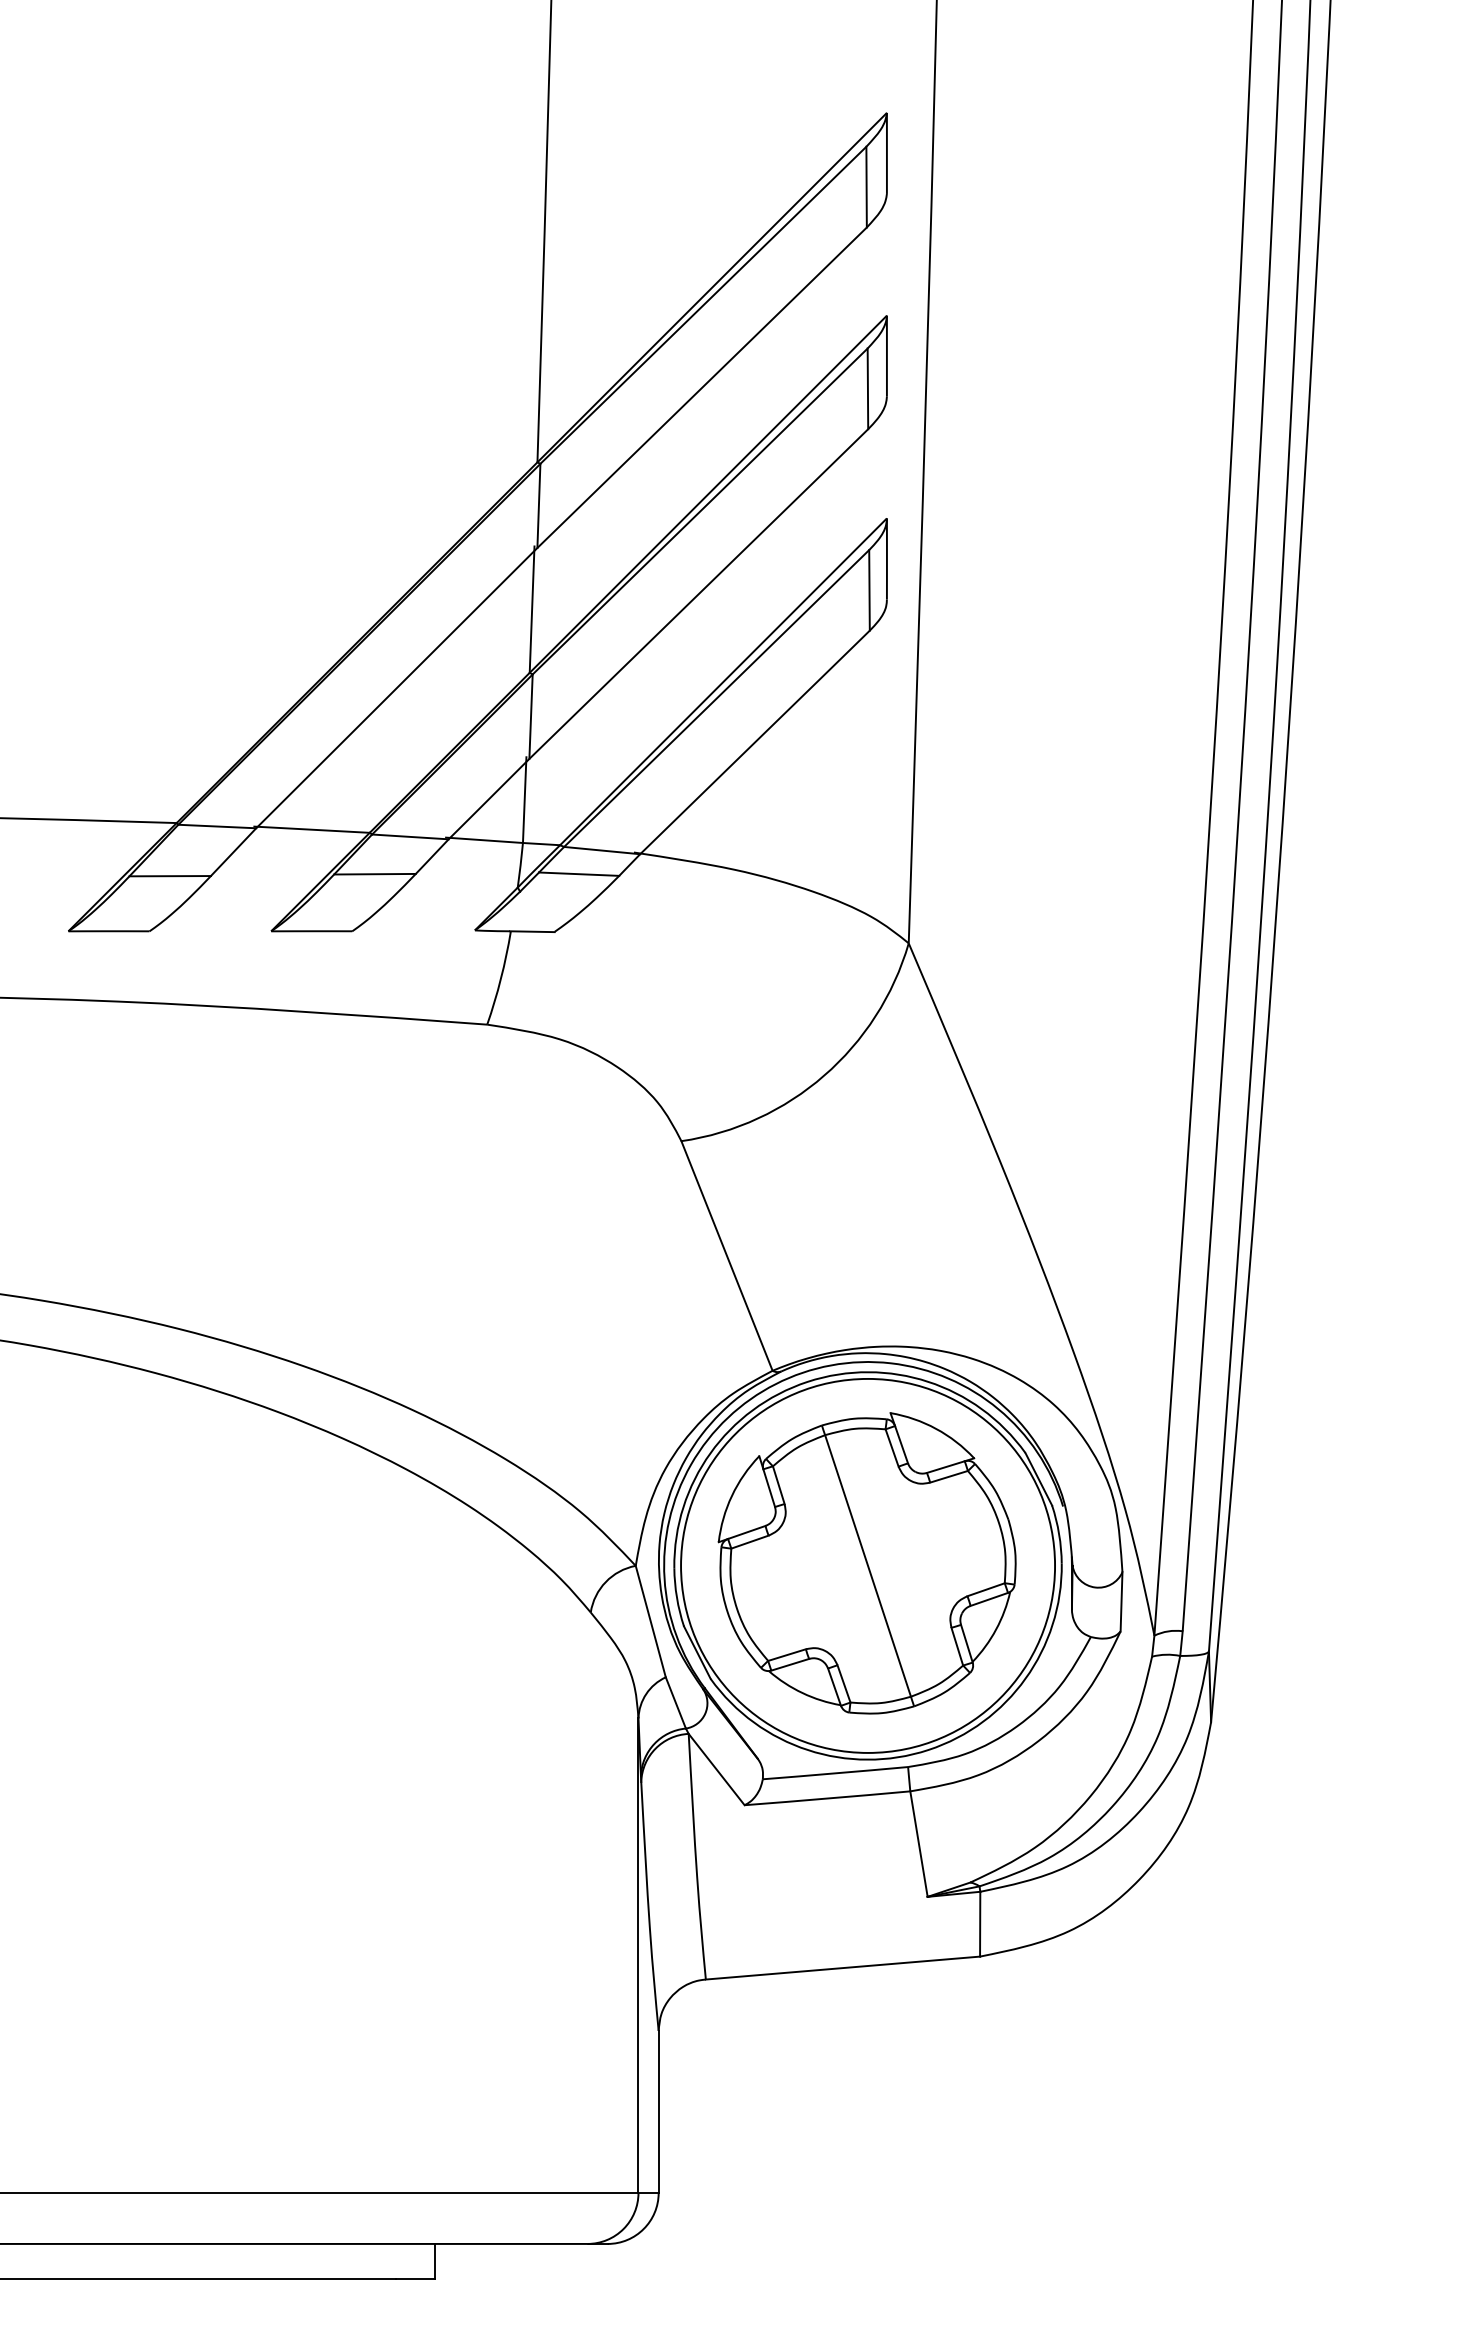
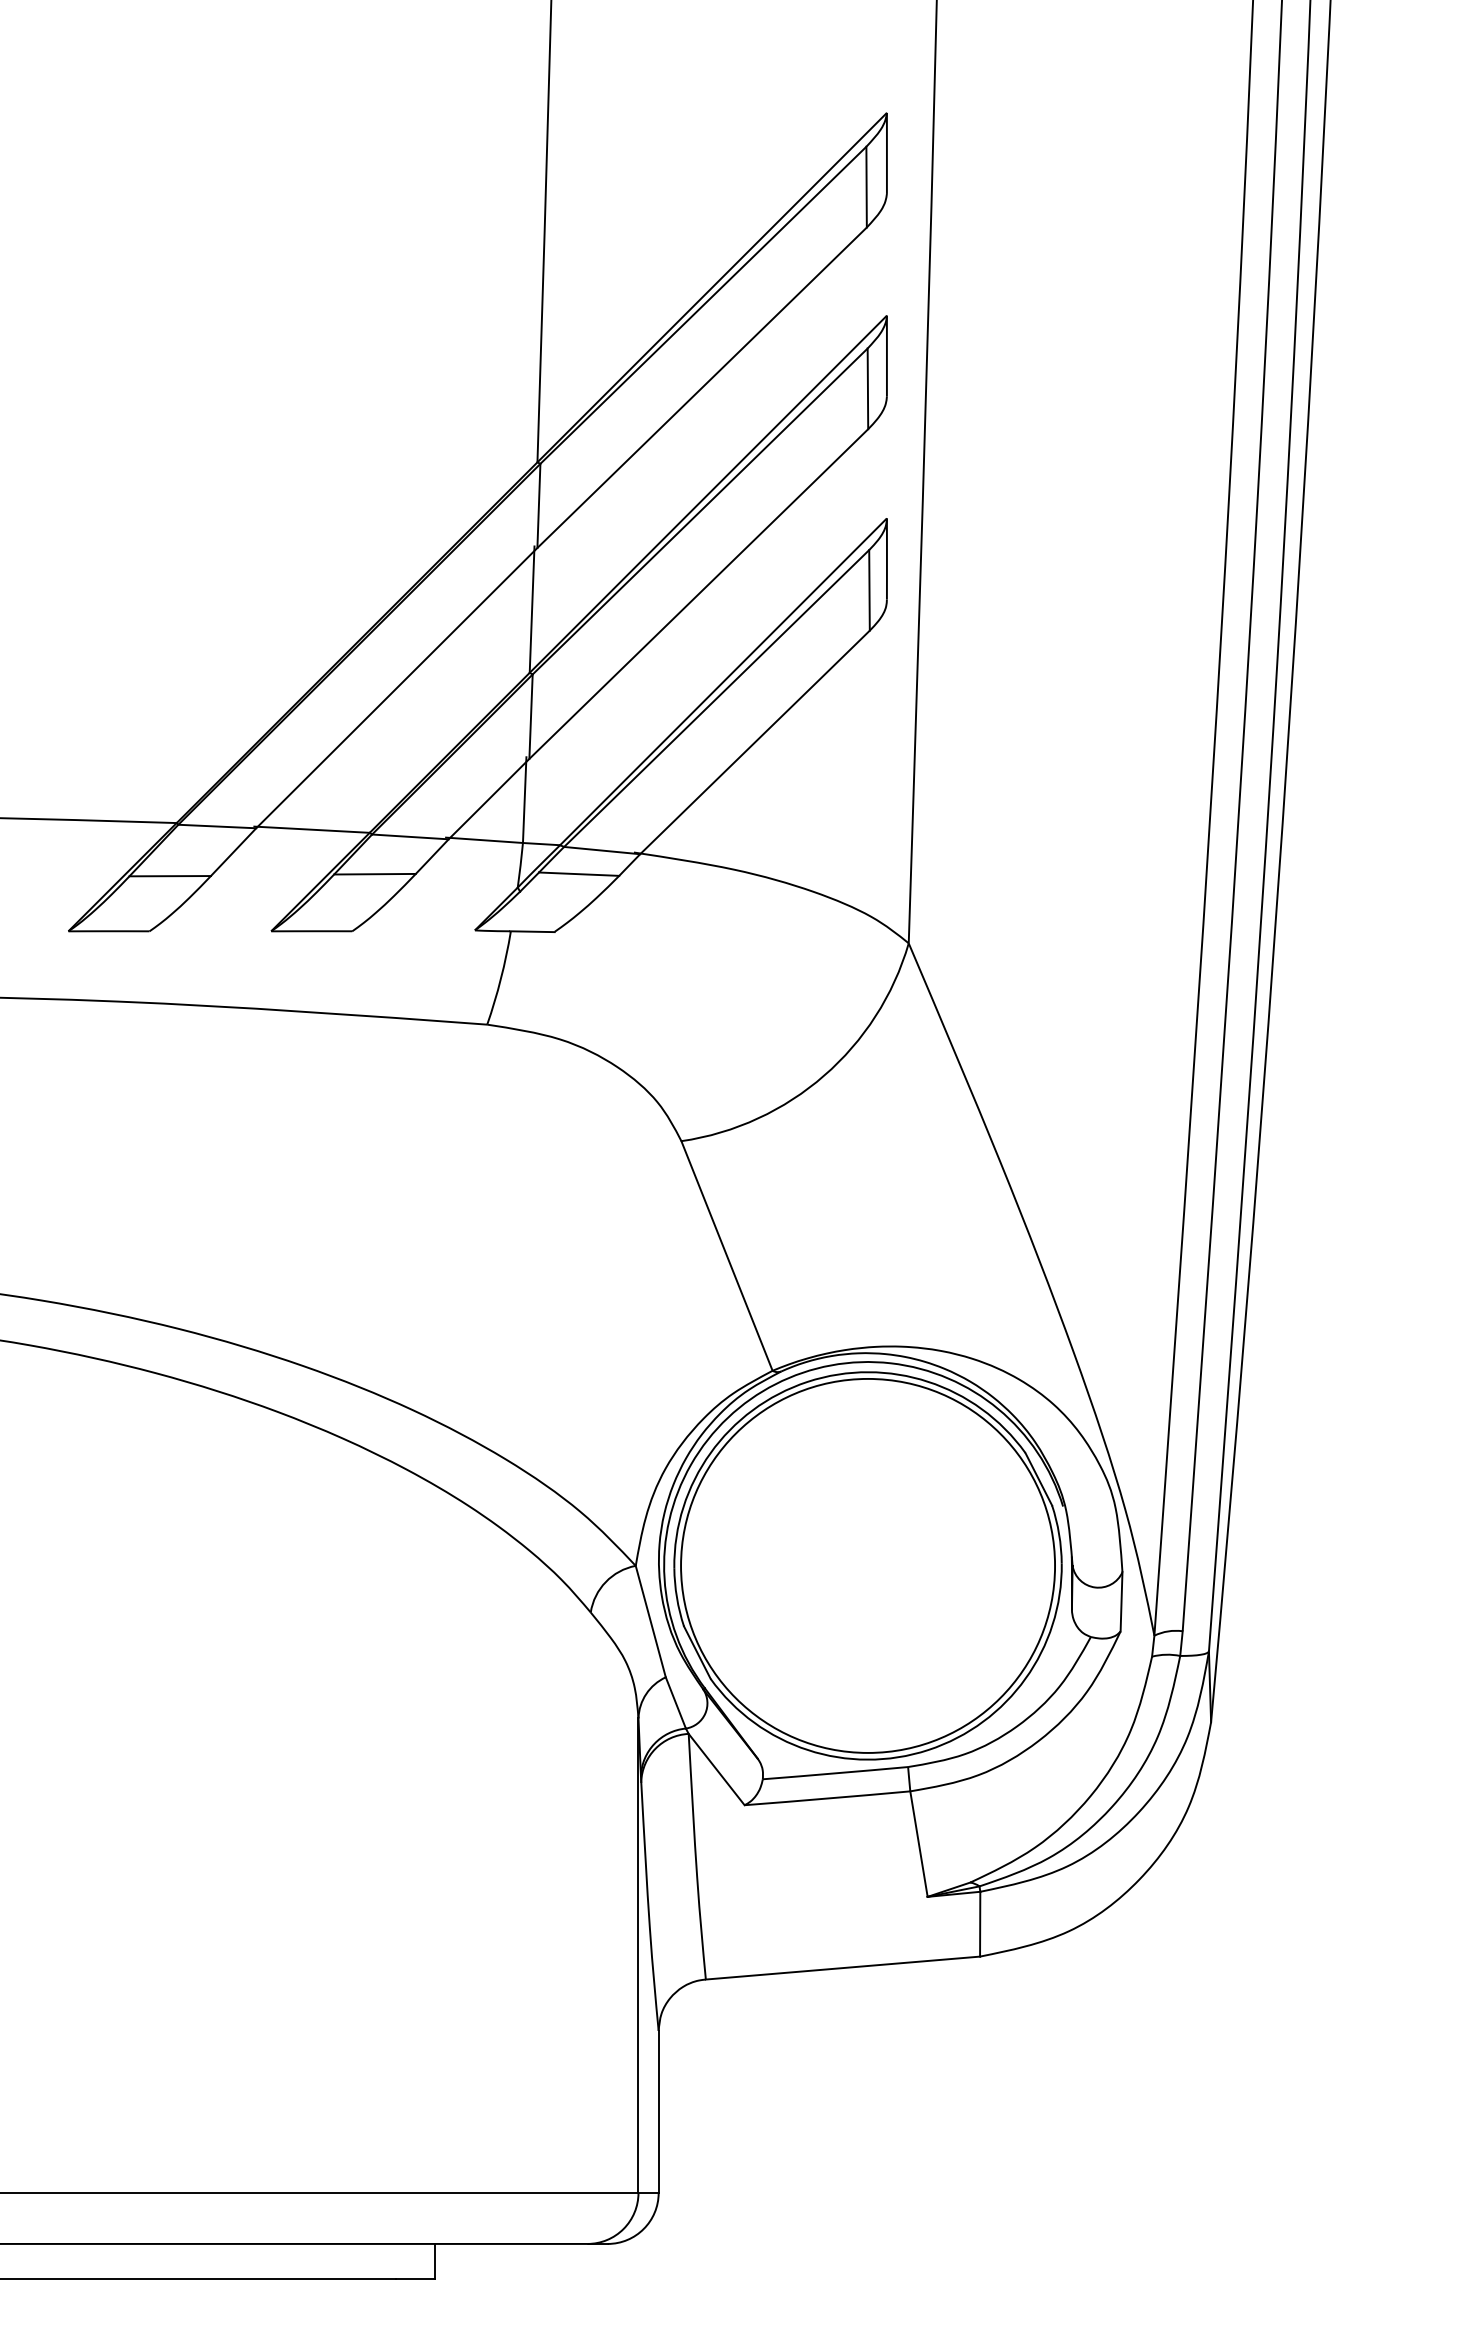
part at (866, 1563): present -> none
